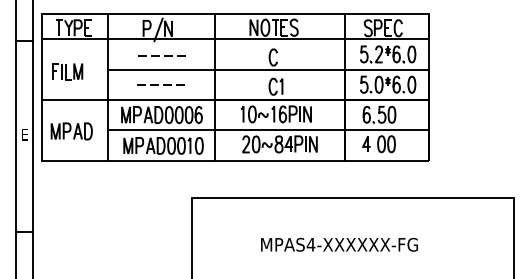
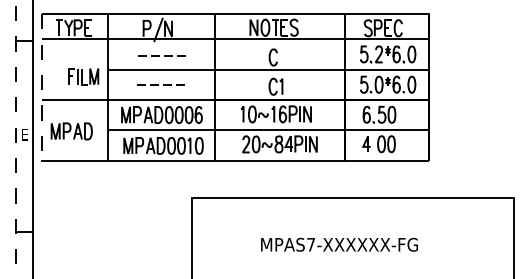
part at (67, 71) position: (67, 71) -> (83, 76)
line at (41, 87): solid -> dashed
line at (15, 139): solid -> dashed
text at (310, 244): MPAS4-XXXXXX-FG -> MPAS7-XXXXXX-FG
